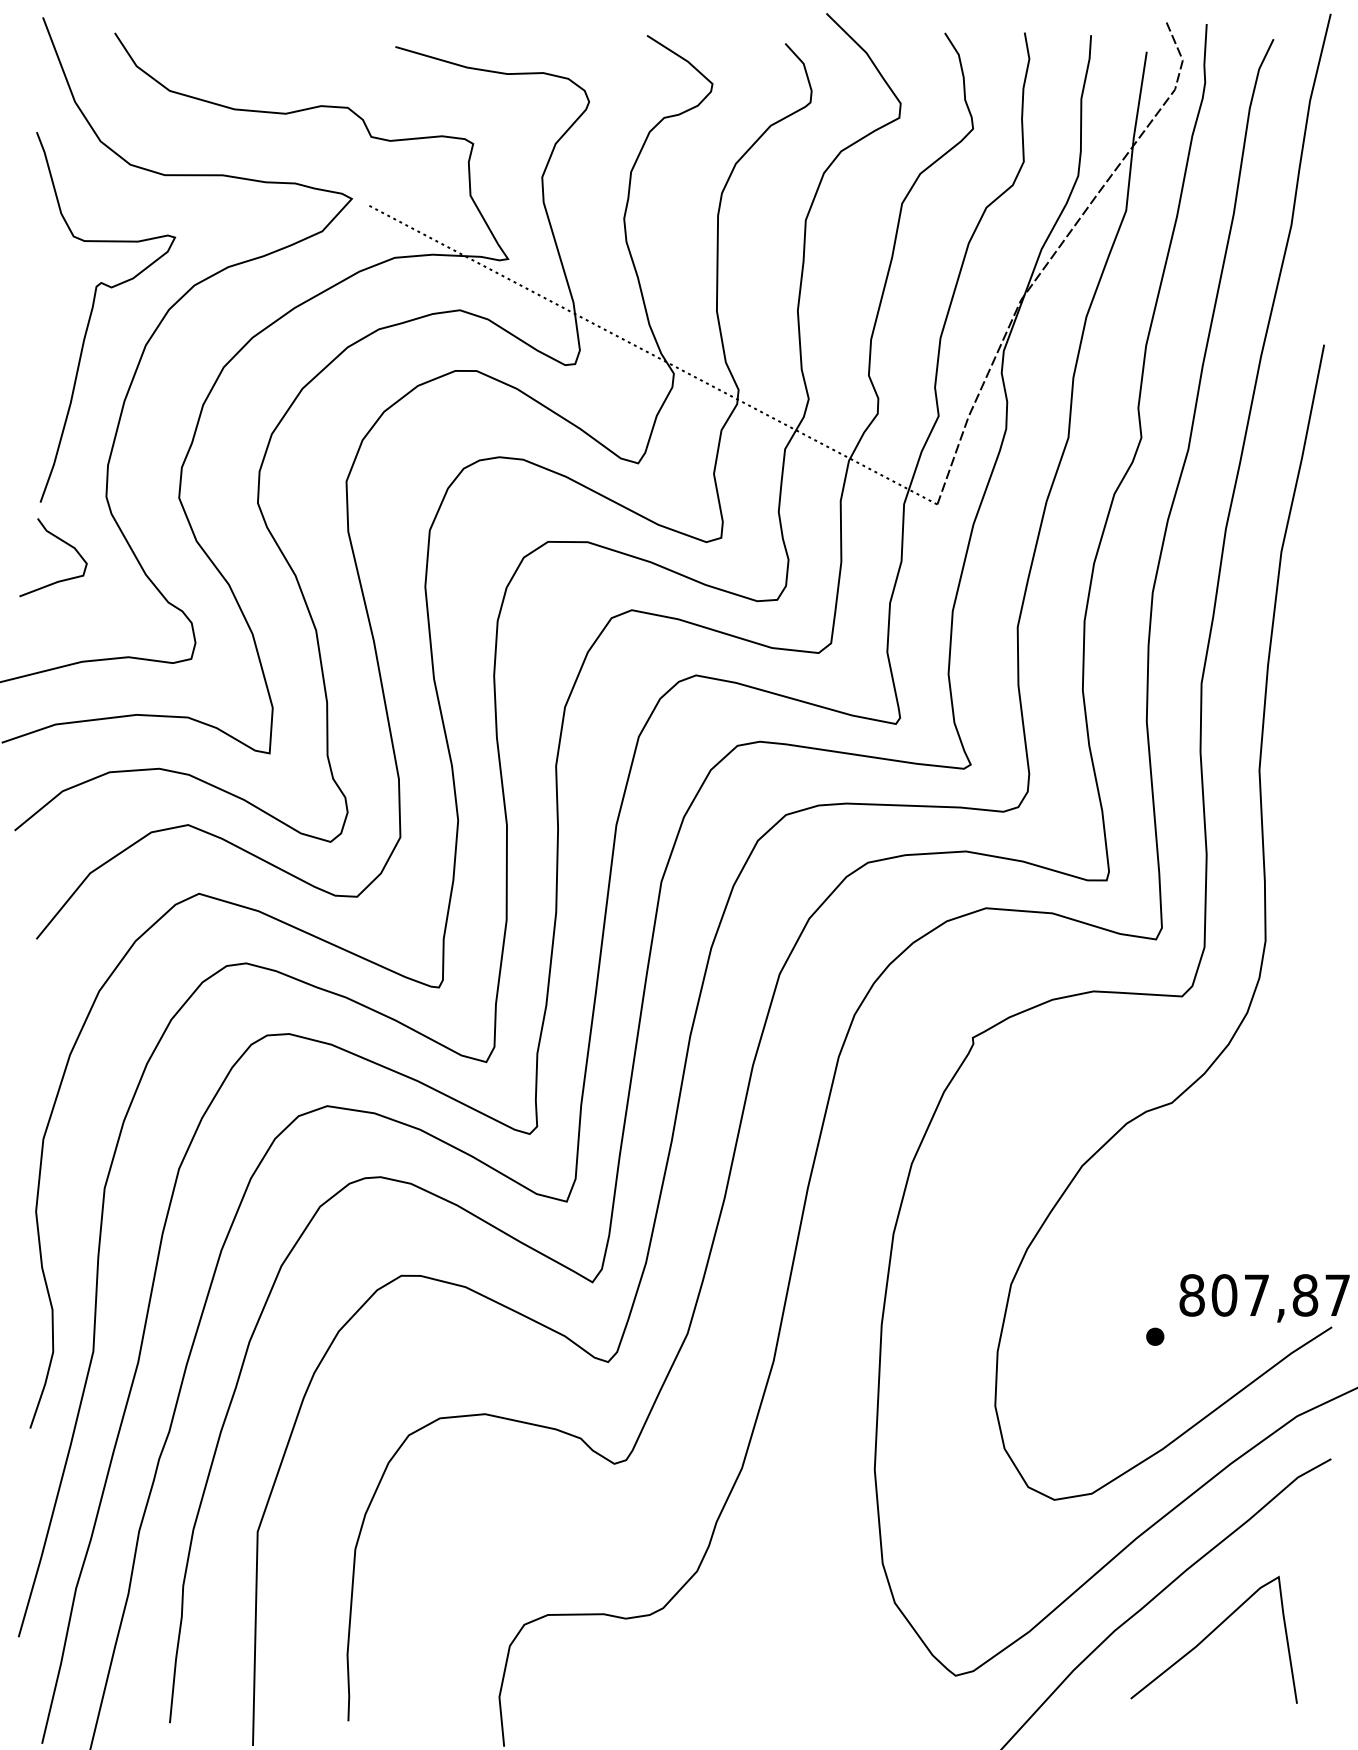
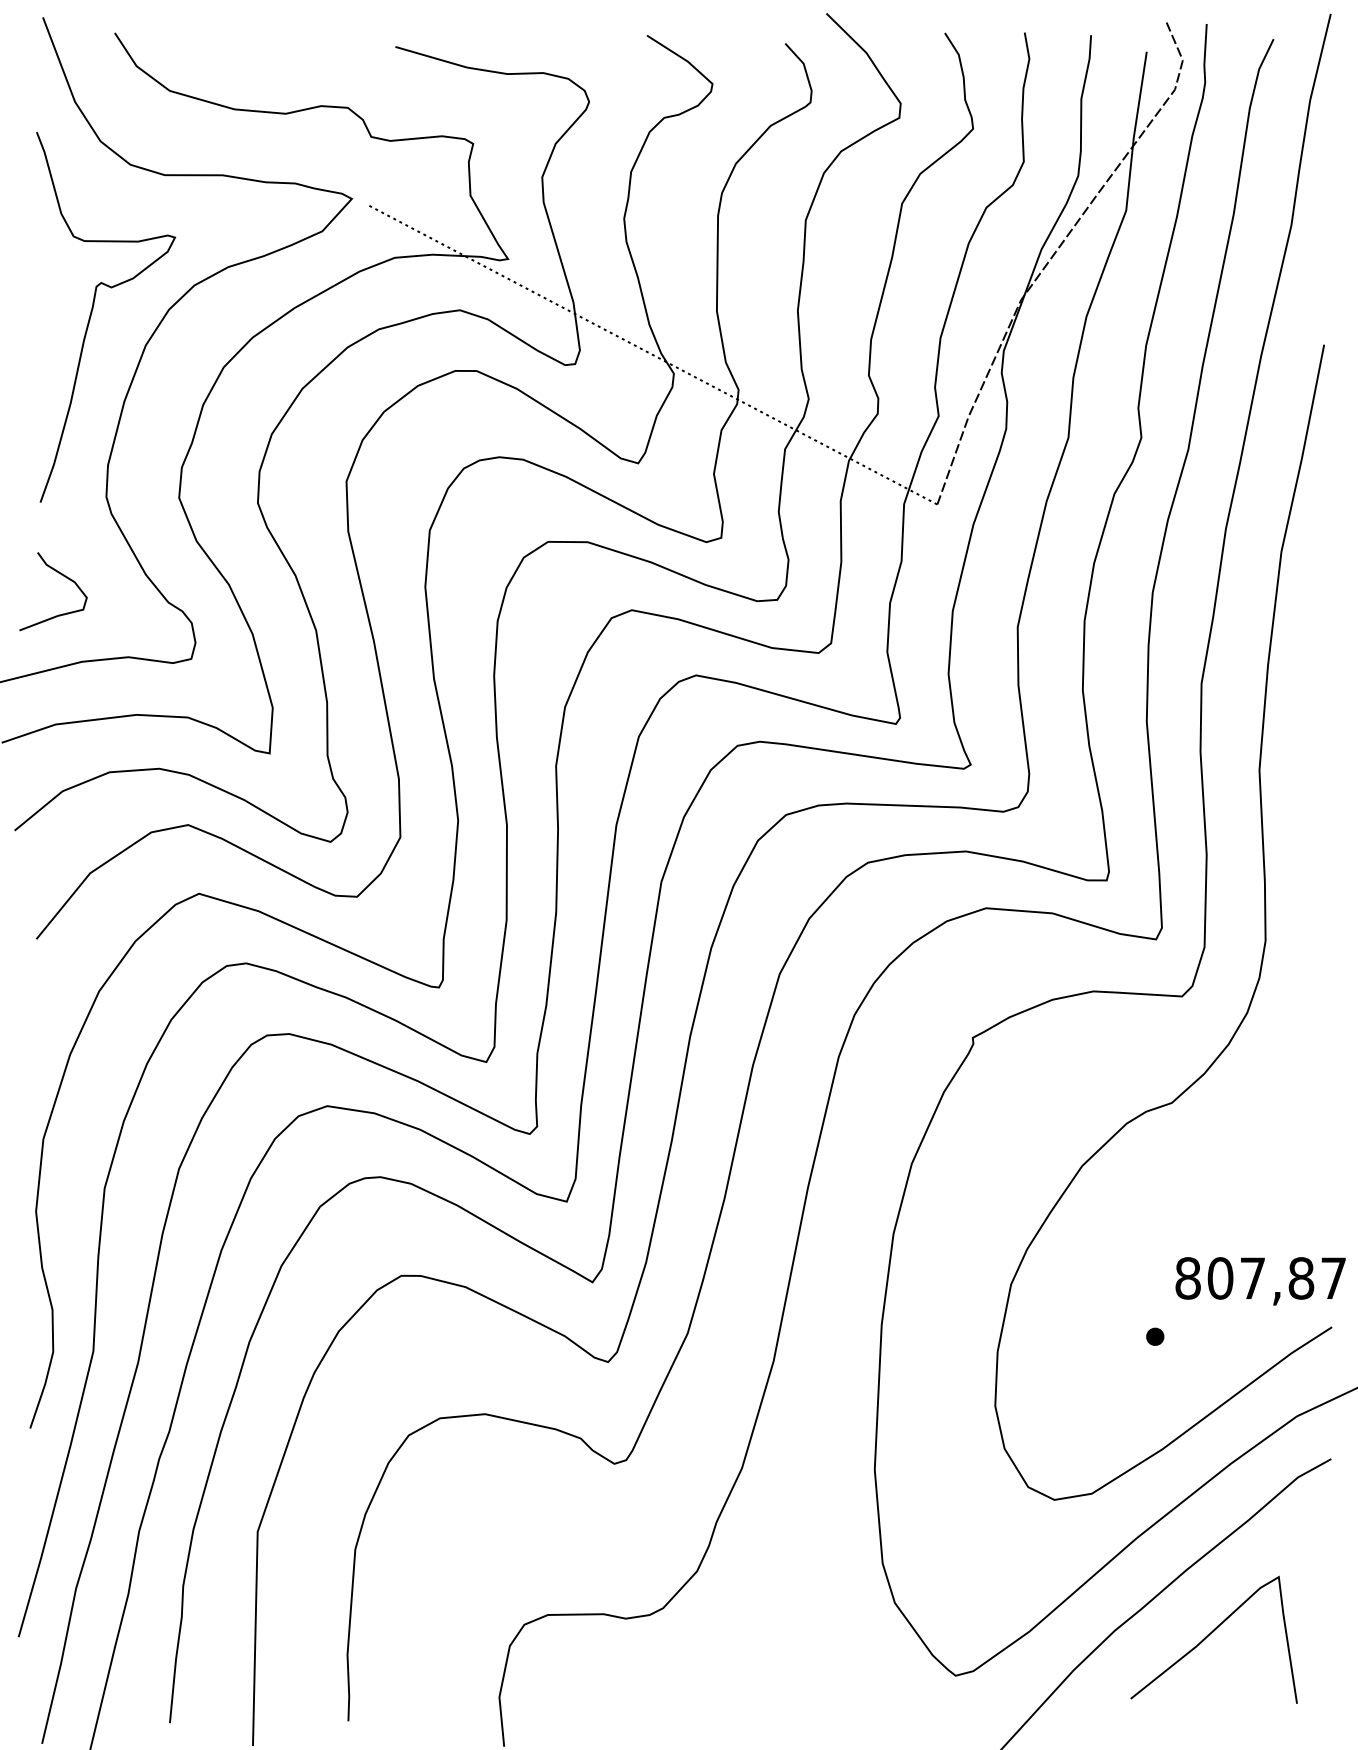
curve at (61, 541) position: (61, 541) -> (61, 575)
text at (1264, 1298) position: (1264, 1298) -> (1260, 1281)
